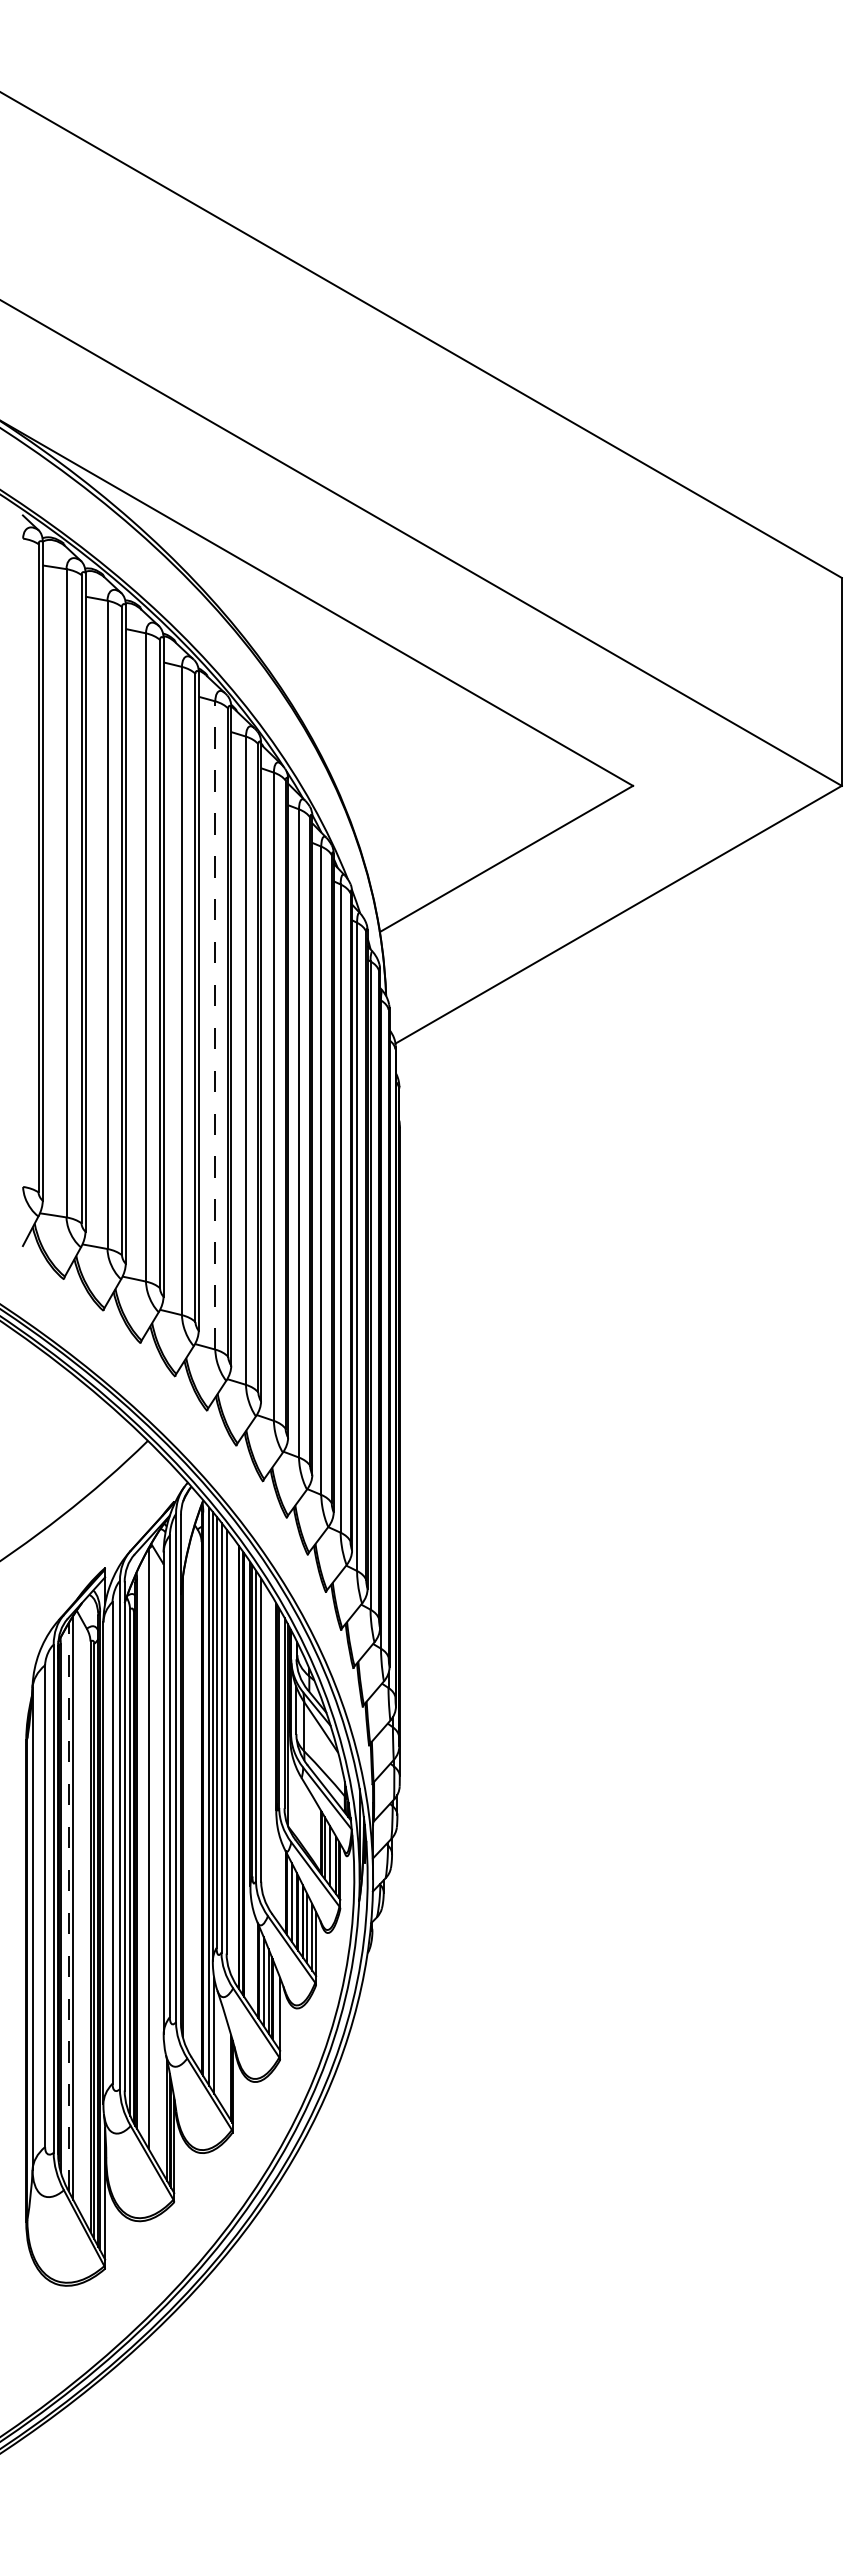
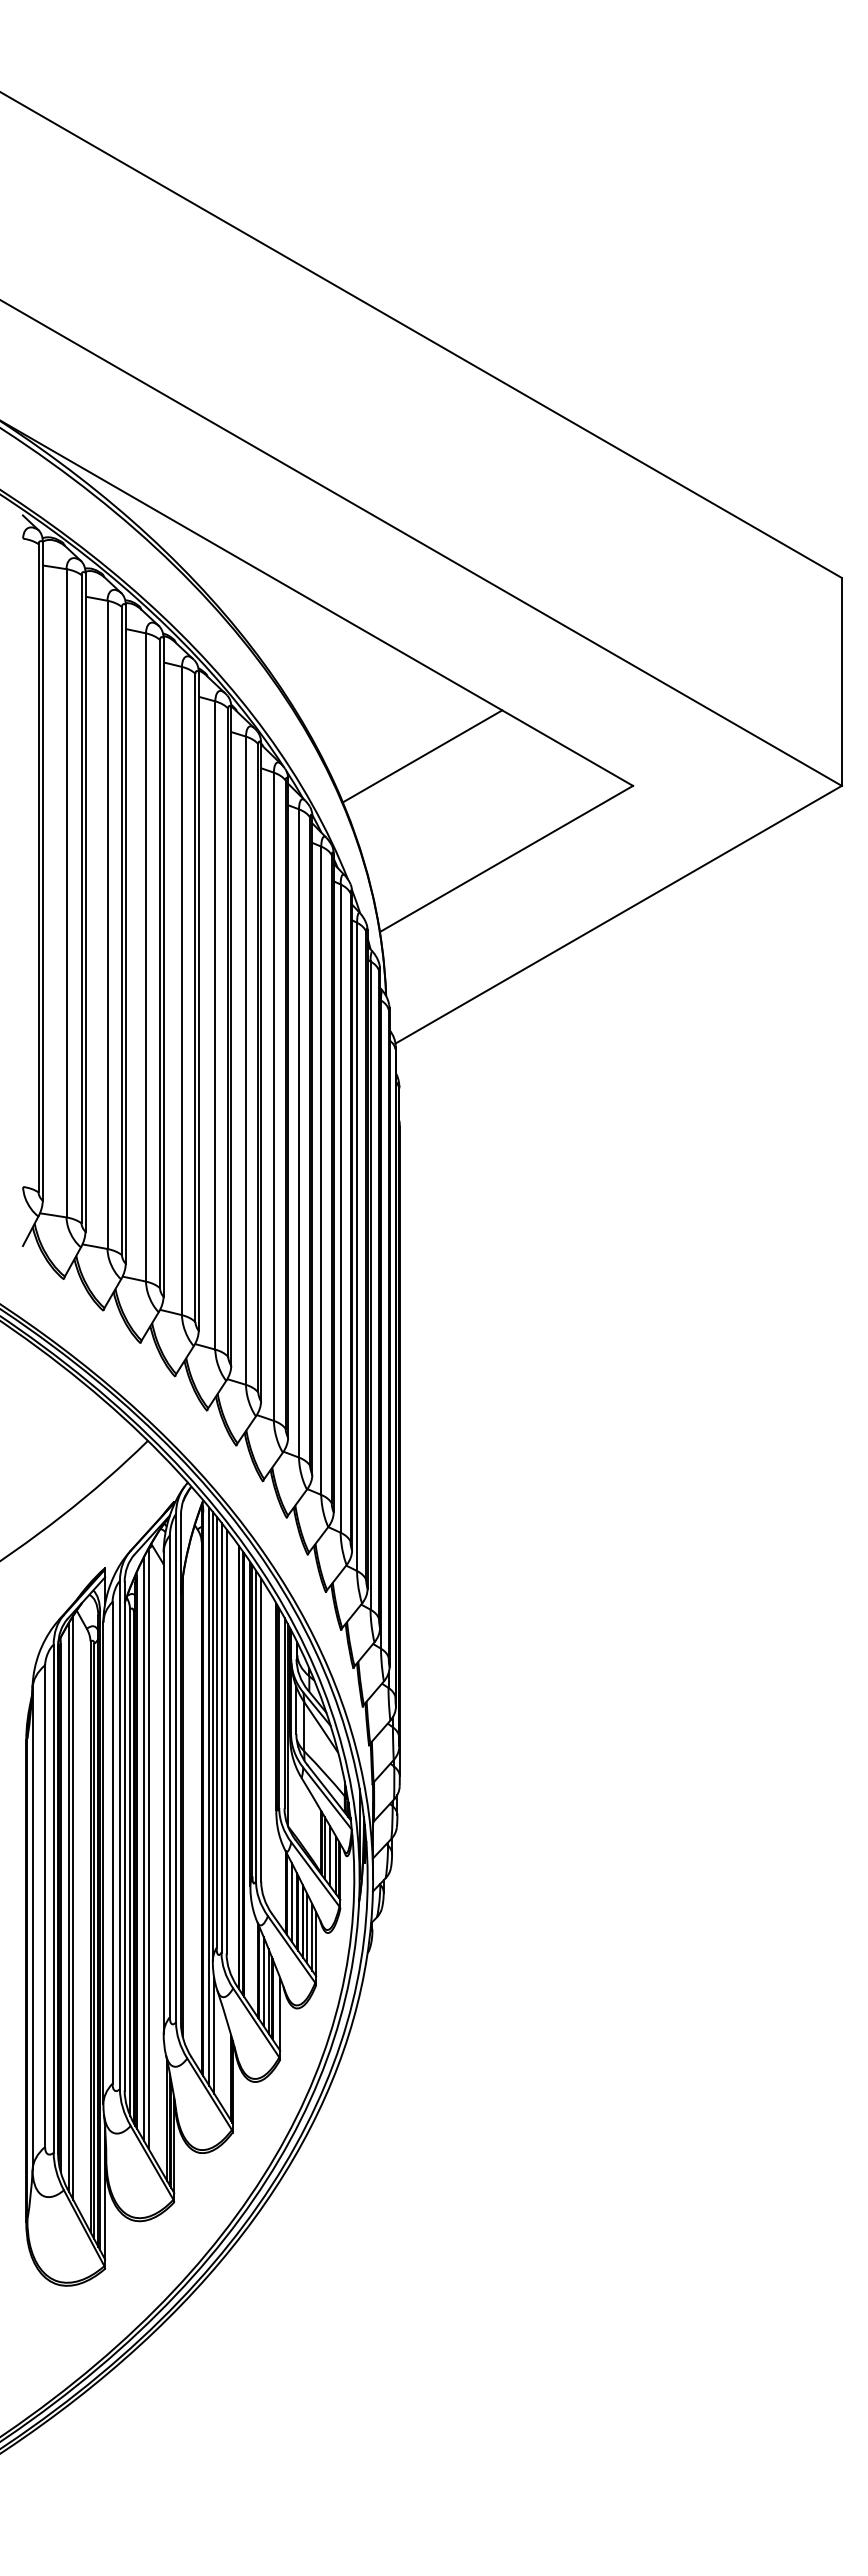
line at (422, 756): none -> present
line at (215, 1024): dashed -> solid
line at (144, 1848): none -> present
line at (68, 1906): dashed -> solid
